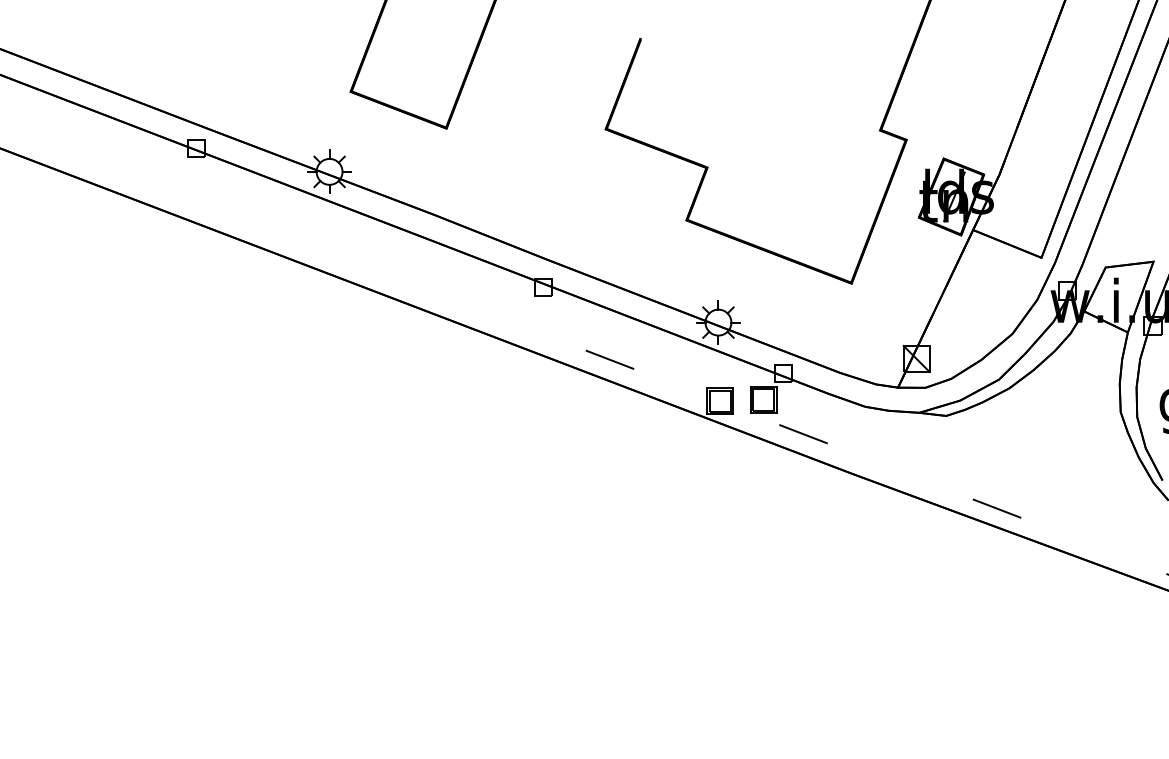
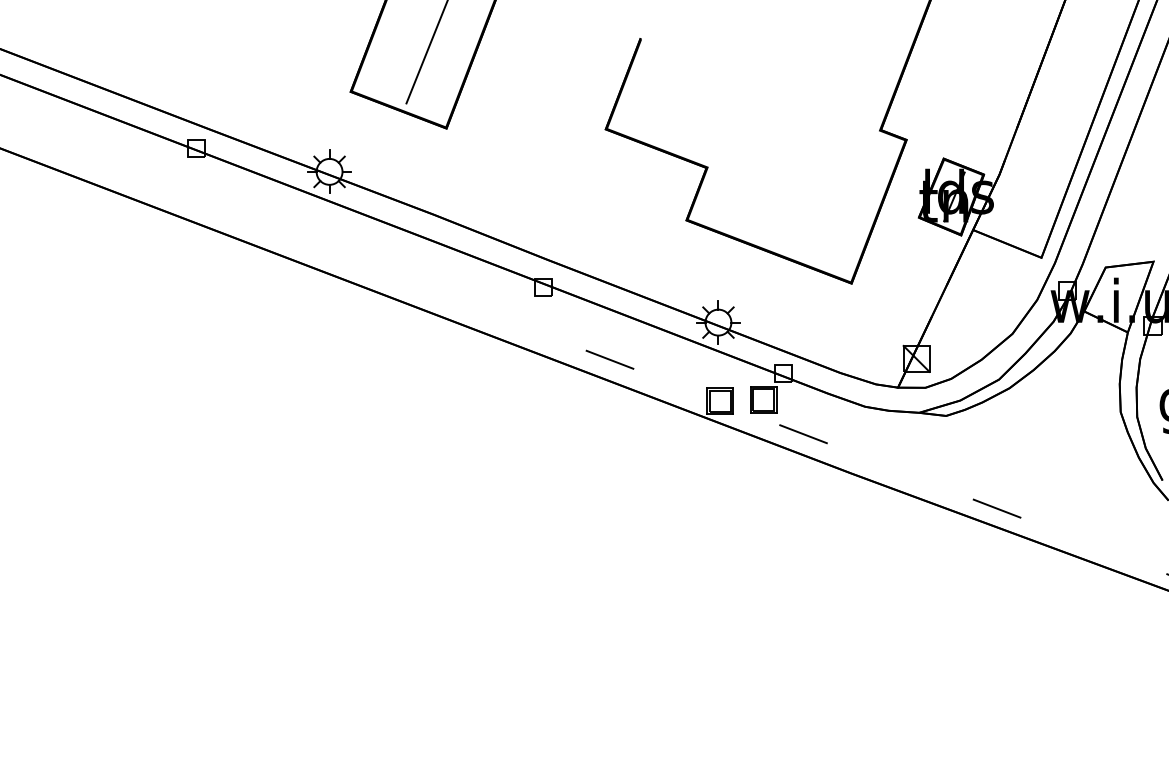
line at (426, 52): none -> present
